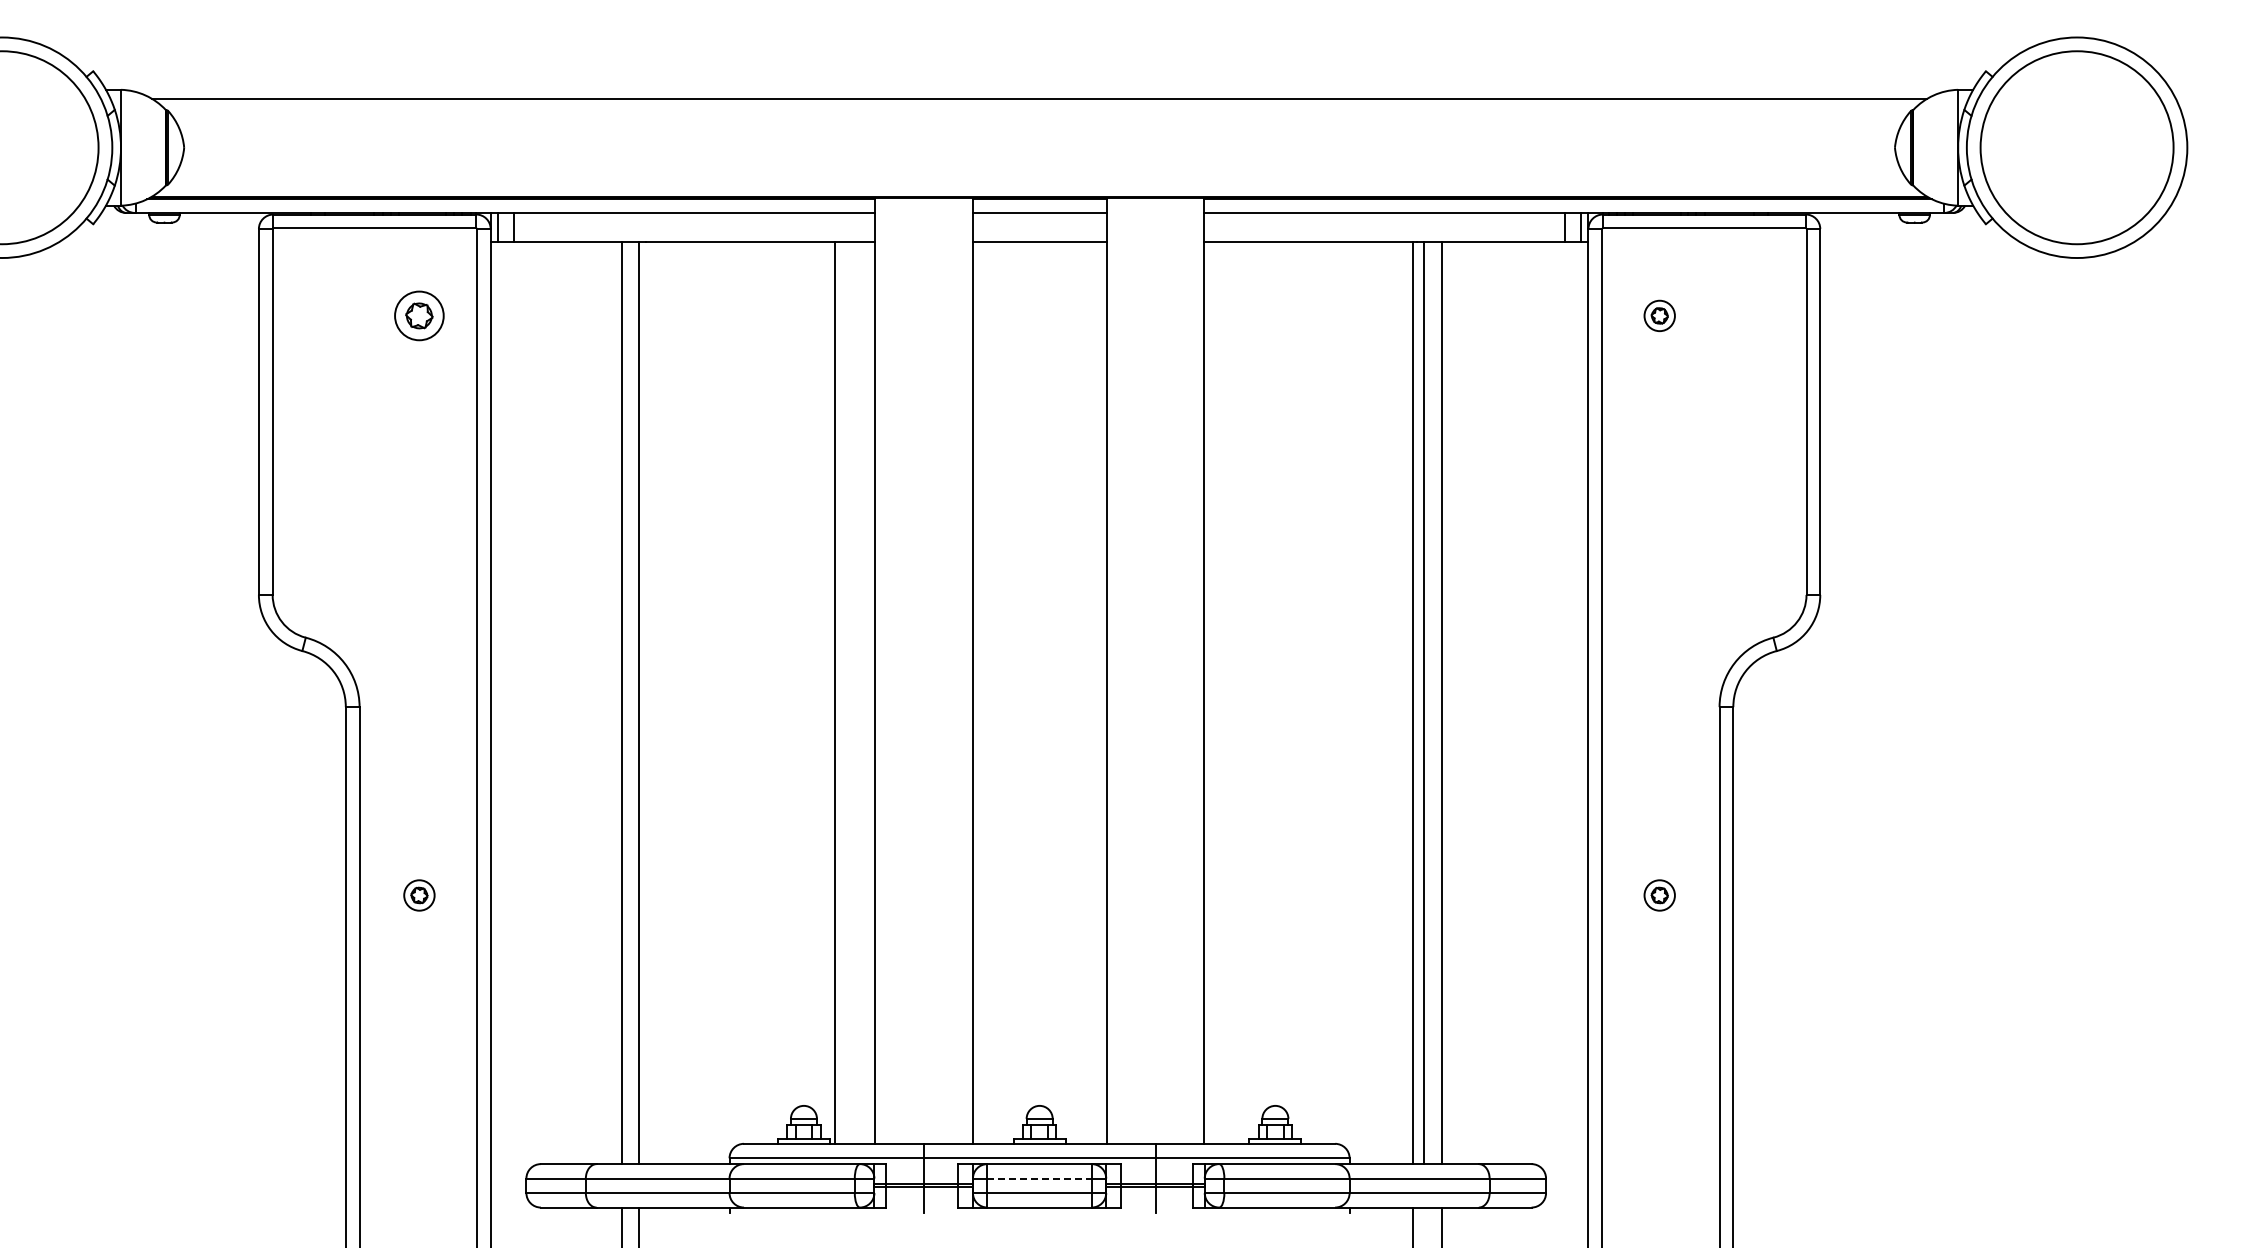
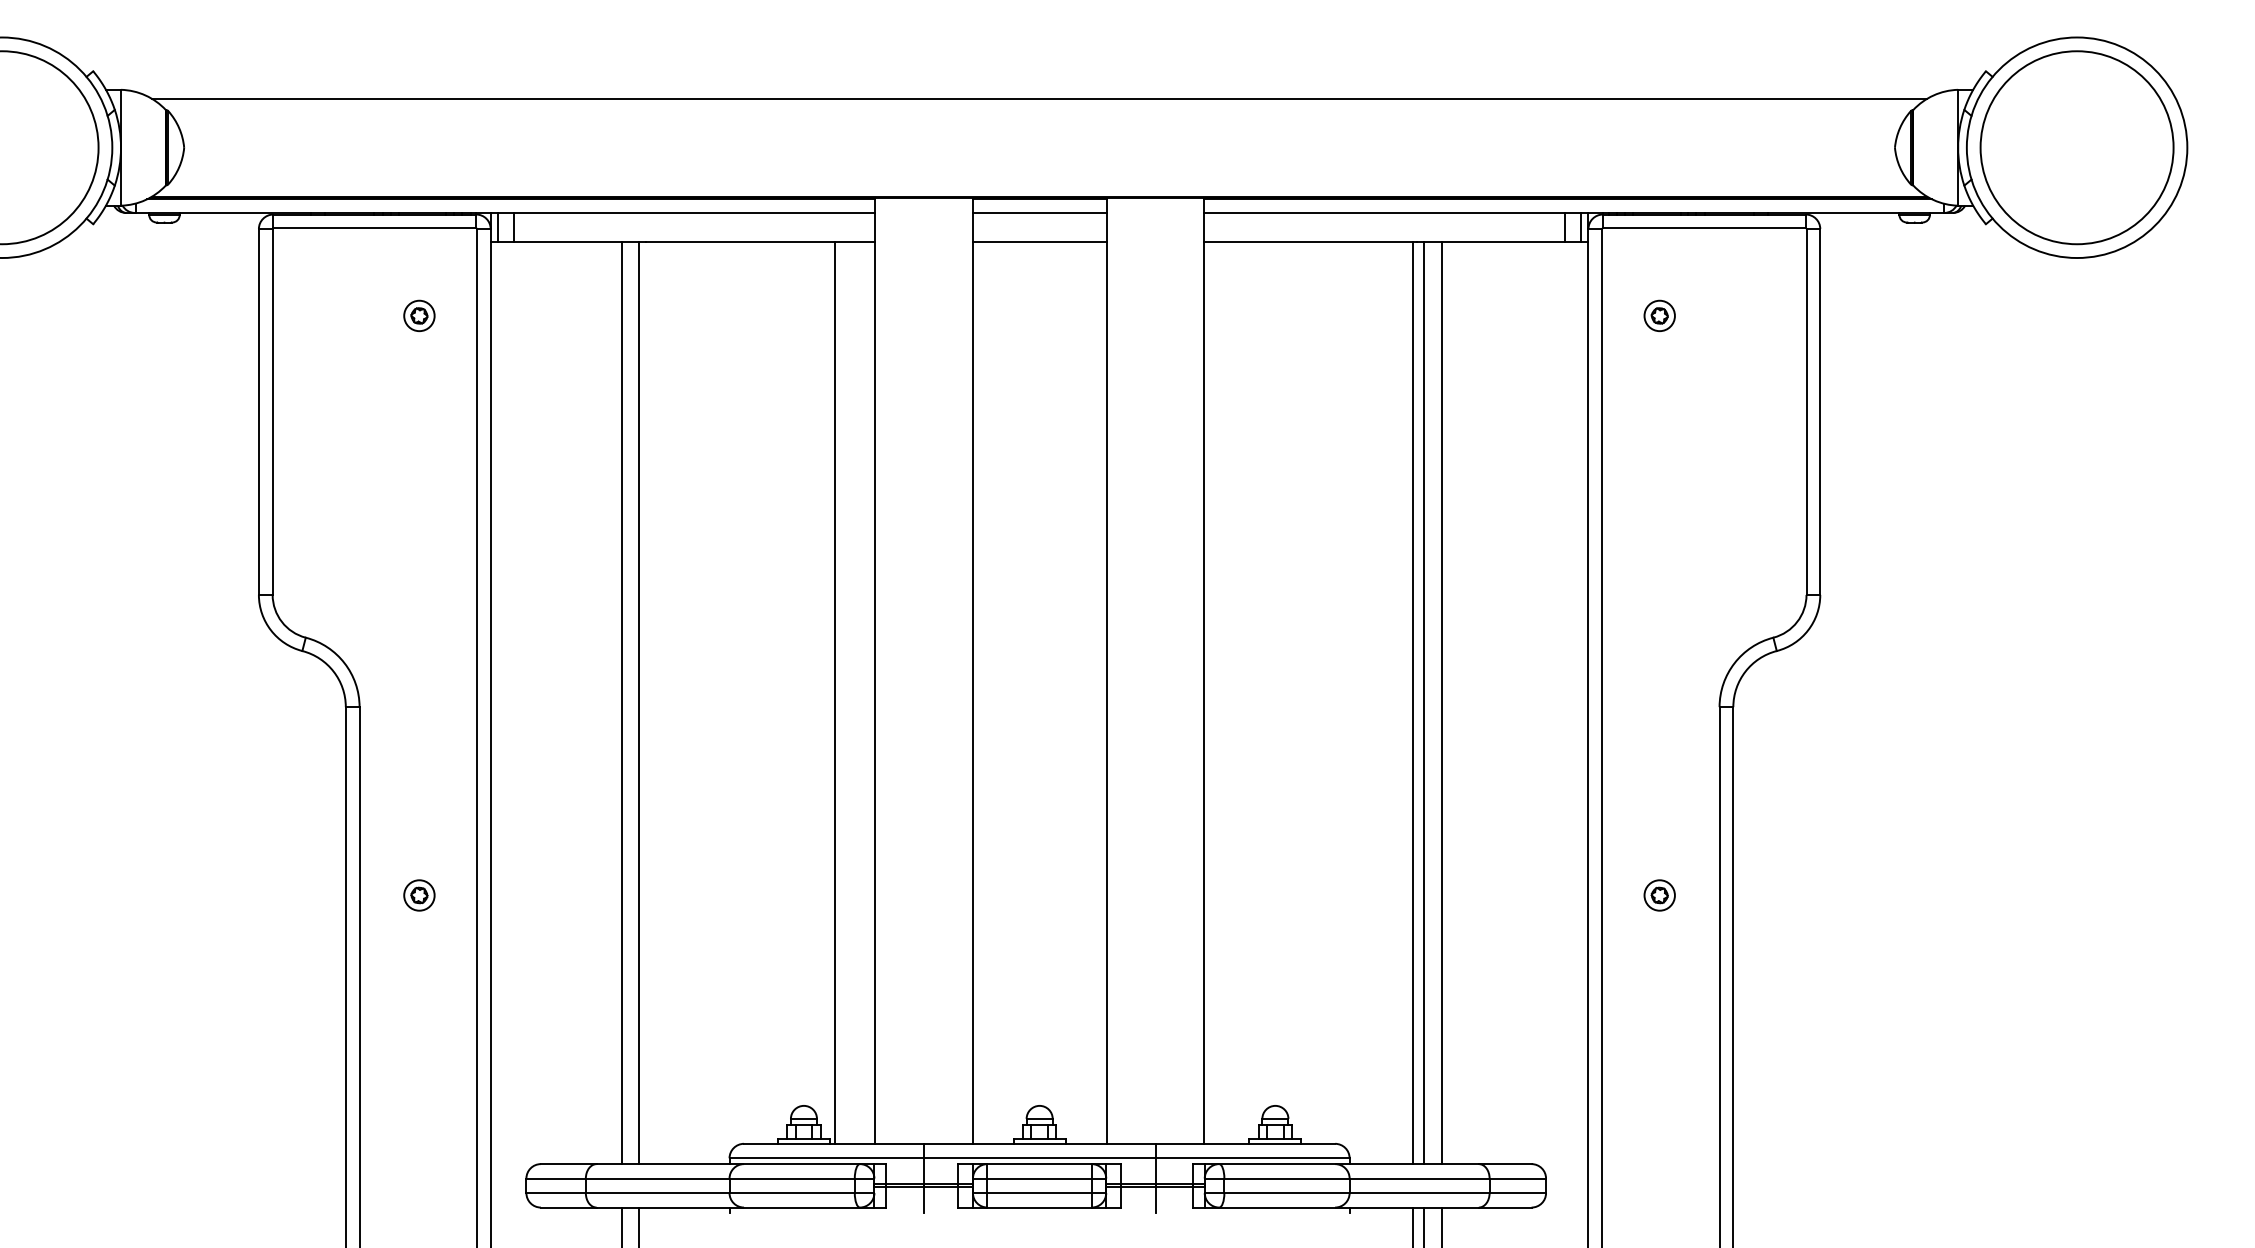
part at (419, 315) size: 51x52 px -> 33x34 px
line at (1040, 1178): dashed -> solid
line at (1423, 1225): none -> present
